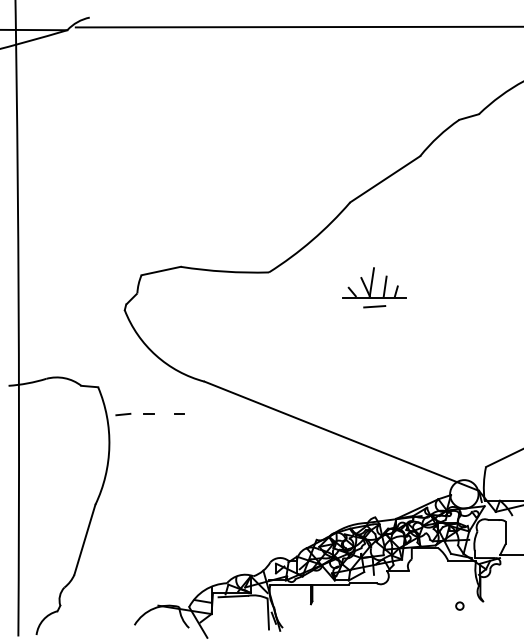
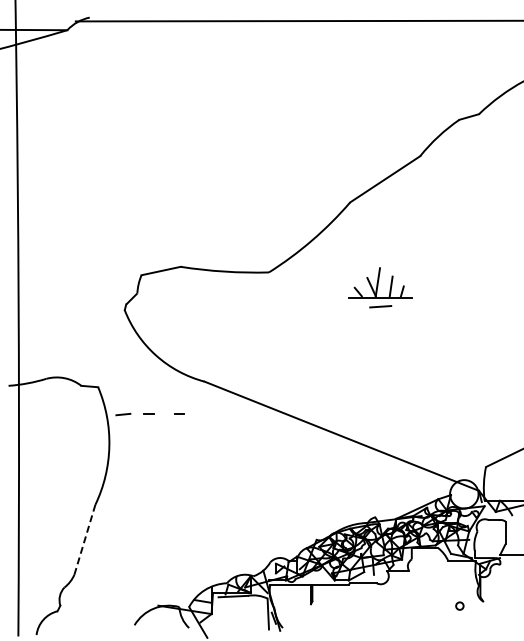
line at (297, 26) position: (297, 26) -> (297, 20)
part at (374, 287) position: (374, 287) -> (380, 287)
line at (84, 539): solid -> dashed
